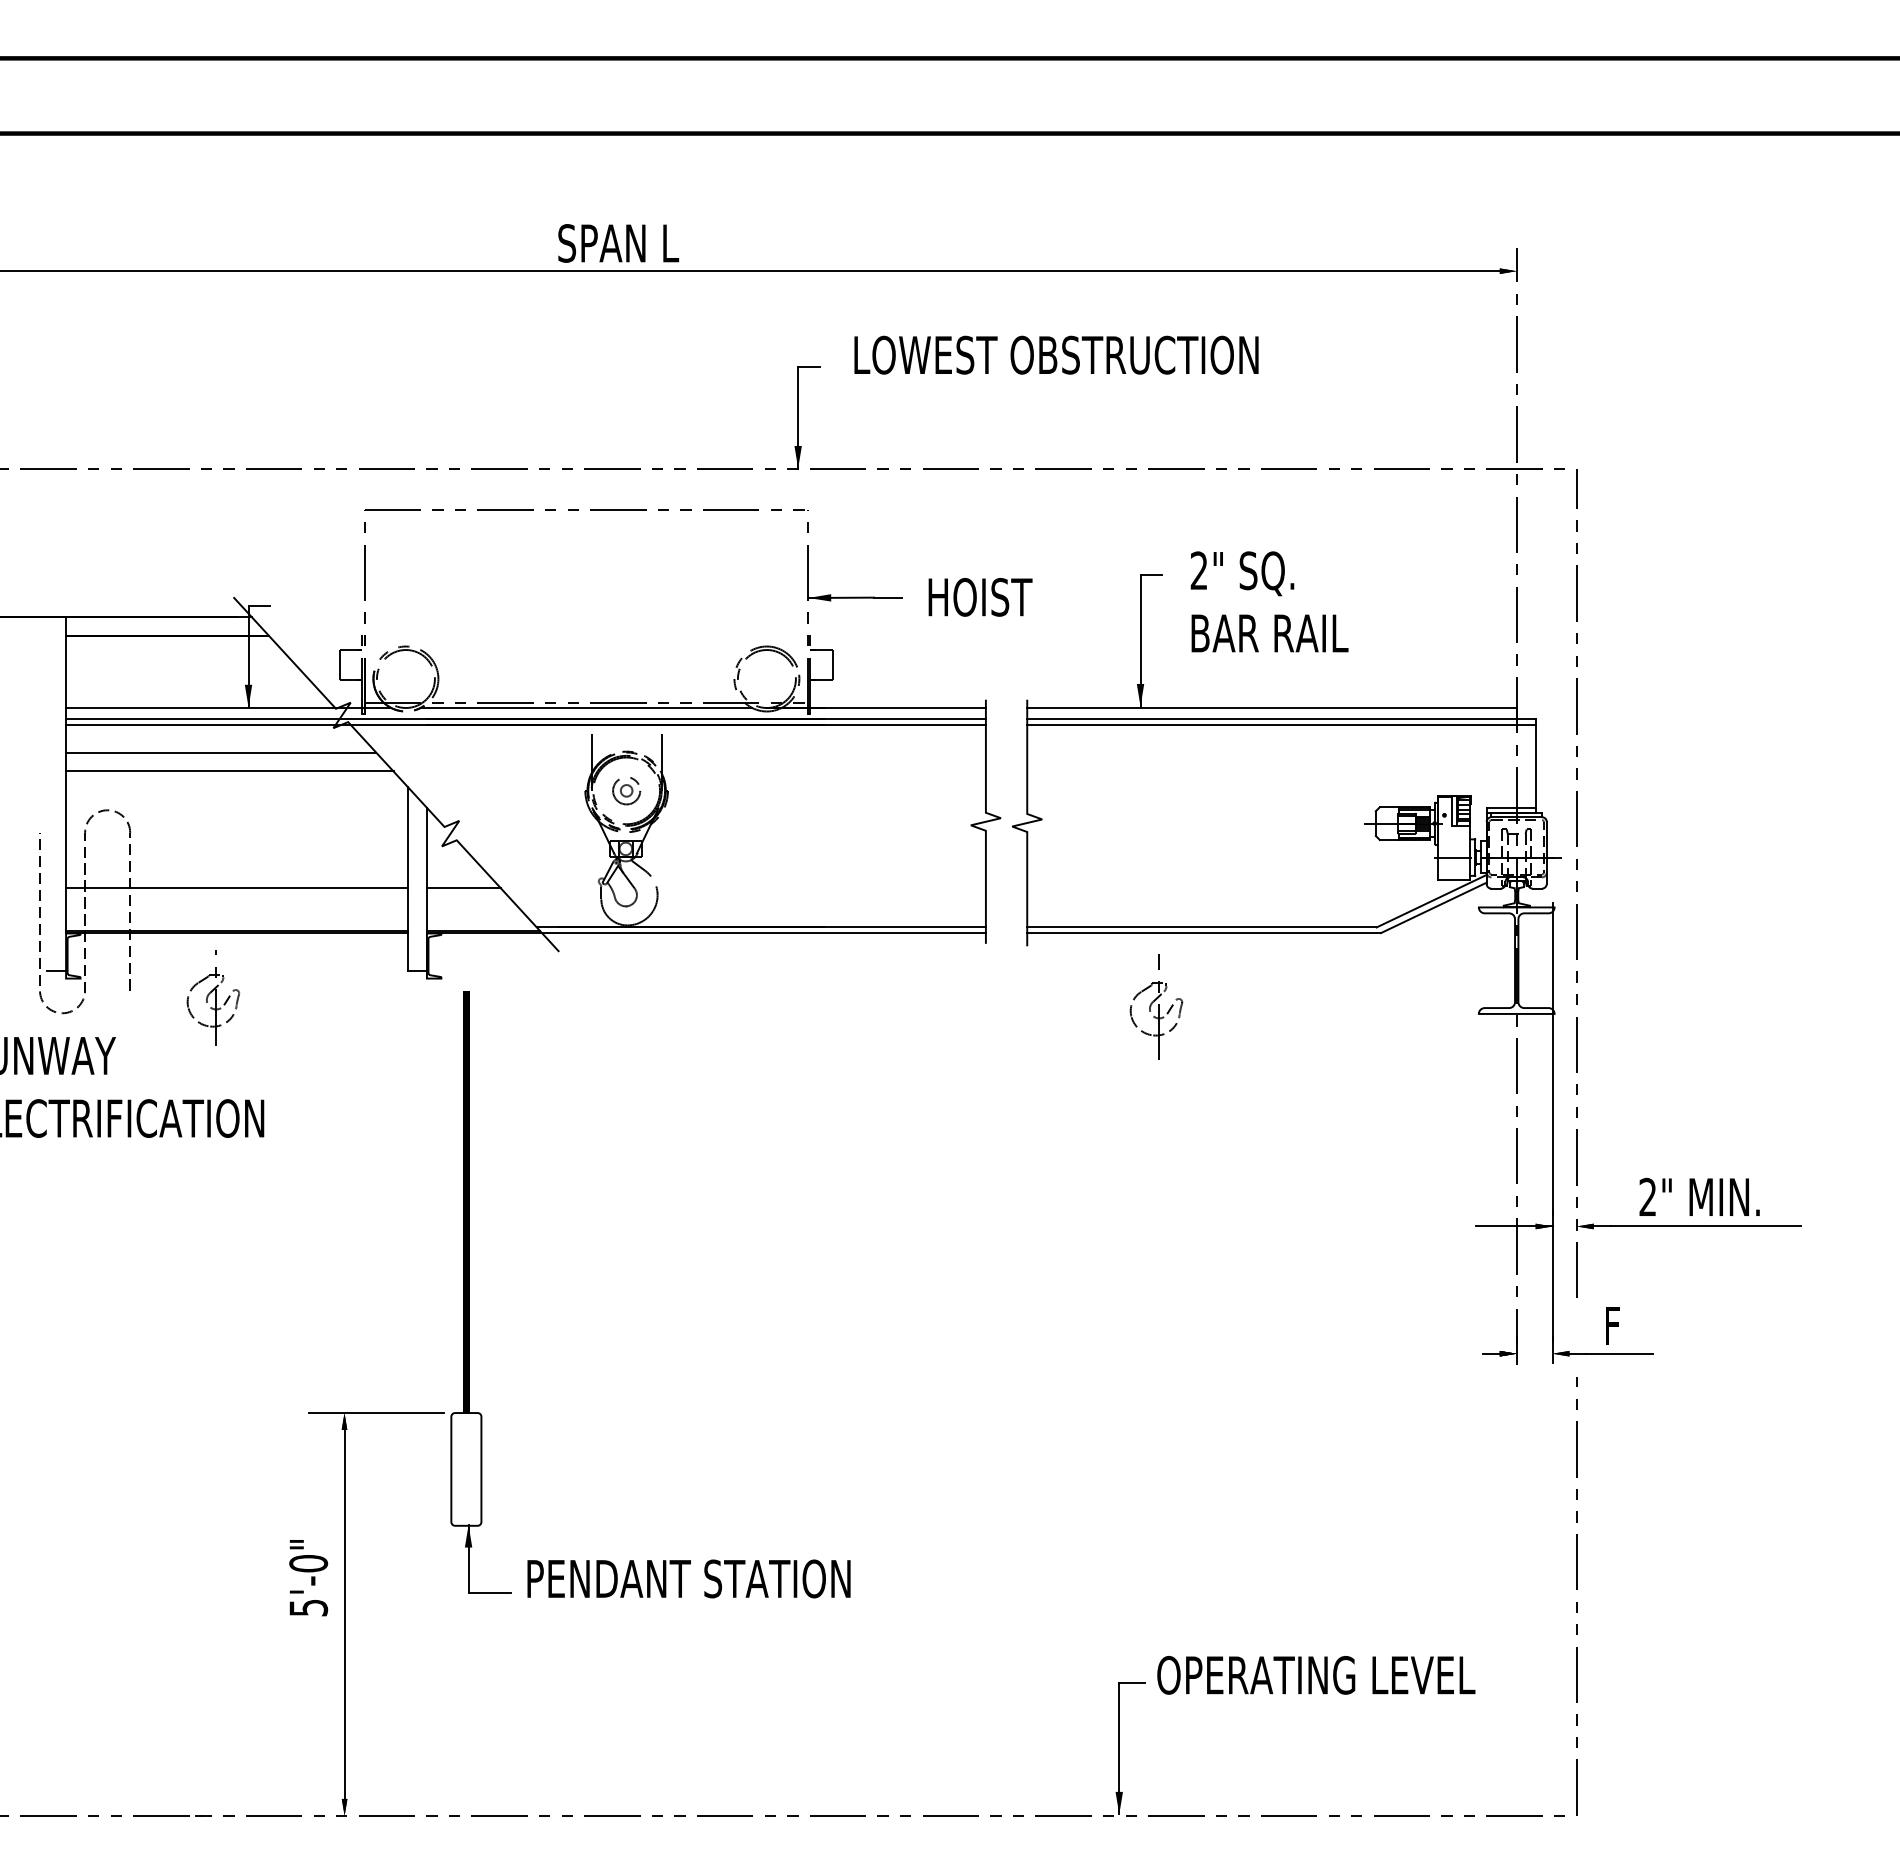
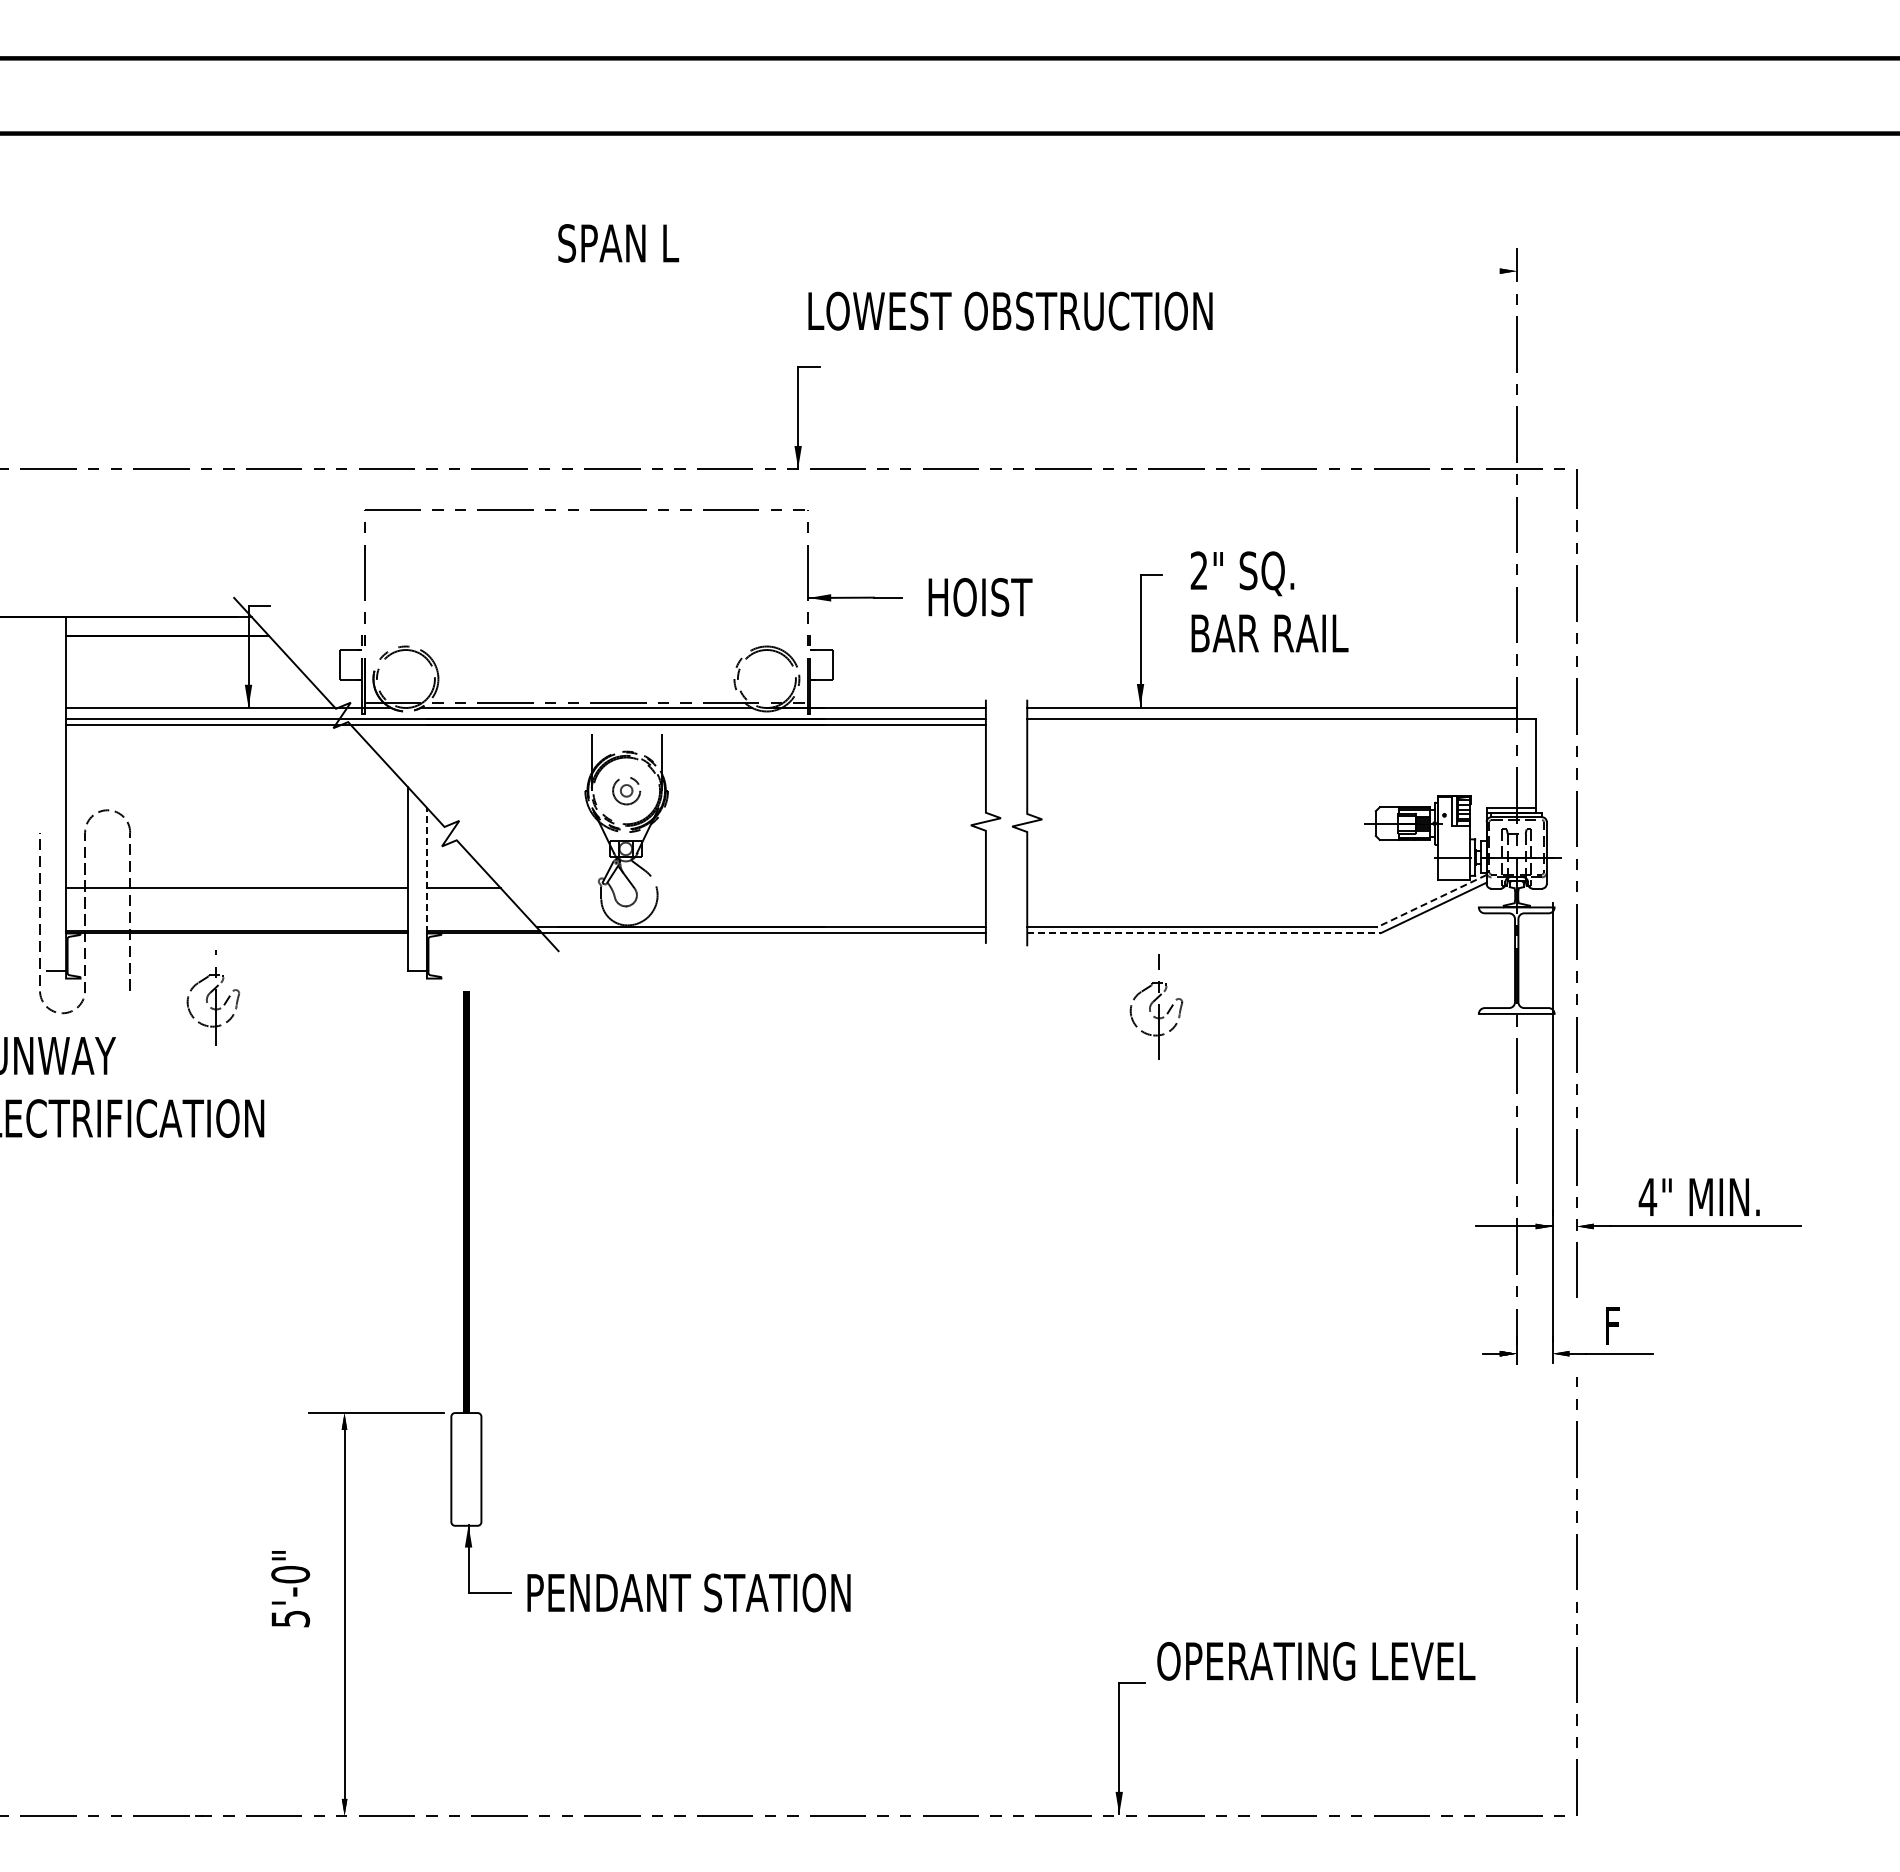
line at (750, 271): present -> none
text at (1056, 354) position: (1056, 354) -> (1010, 310)
line at (1281, 725): present -> none
line at (221, 752): present -> none
line at (229, 771): present -> none
line at (426, 870): solid -> dashed
line at (1431, 901): solid -> dashed
line at (1204, 933): solid -> dashed
text at (1647, 1196): 2" -> 4"
text at (308, 1578) position: (308, 1578) -> (290, 1589)
text at (688, 1578) position: (688, 1578) -> (688, 1592)
text at (1316, 1675) position: (1316, 1675) -> (1316, 1661)
